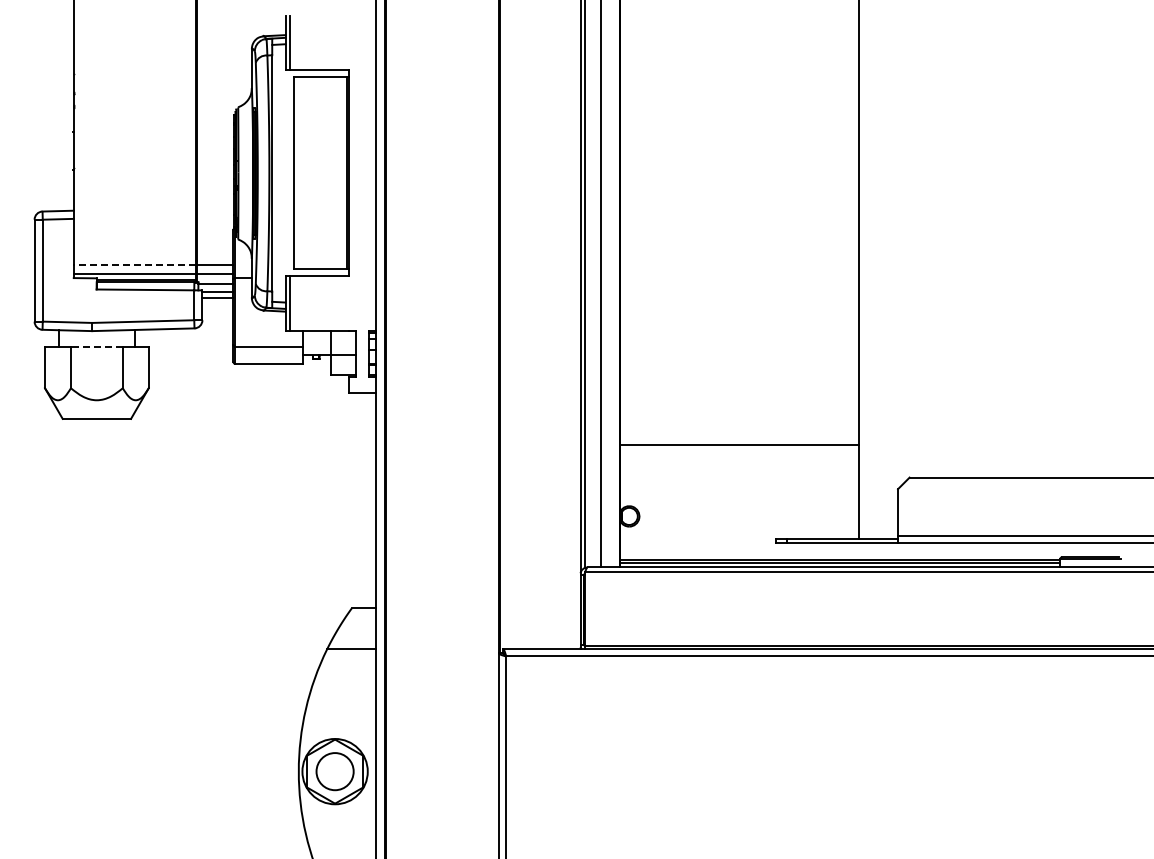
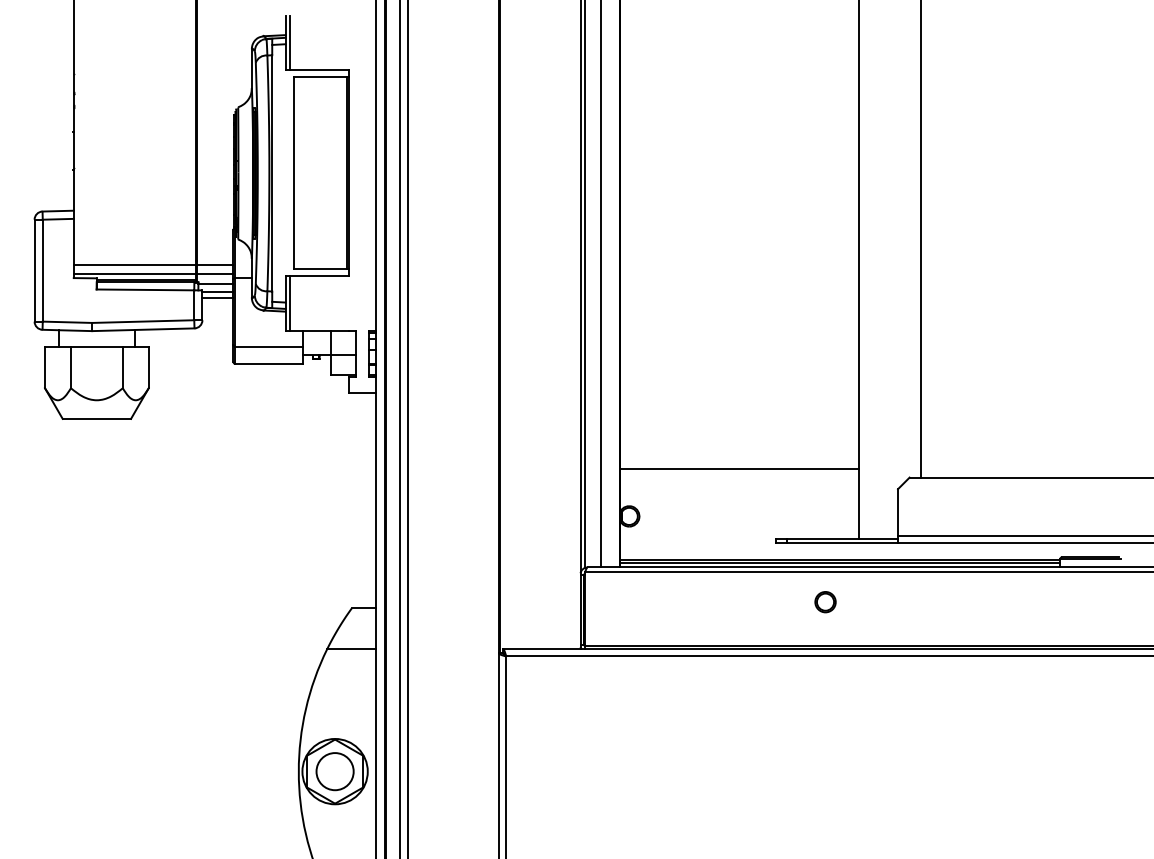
line at (920, 239): none -> present
line at (134, 265): dashed -> solid
line at (96, 347): dashed -> solid
line at (399, 428): none -> present
line at (408, 428): none -> present
line at (739, 444) position: (739, 444) -> (739, 468)
part at (825, 602): none -> present
